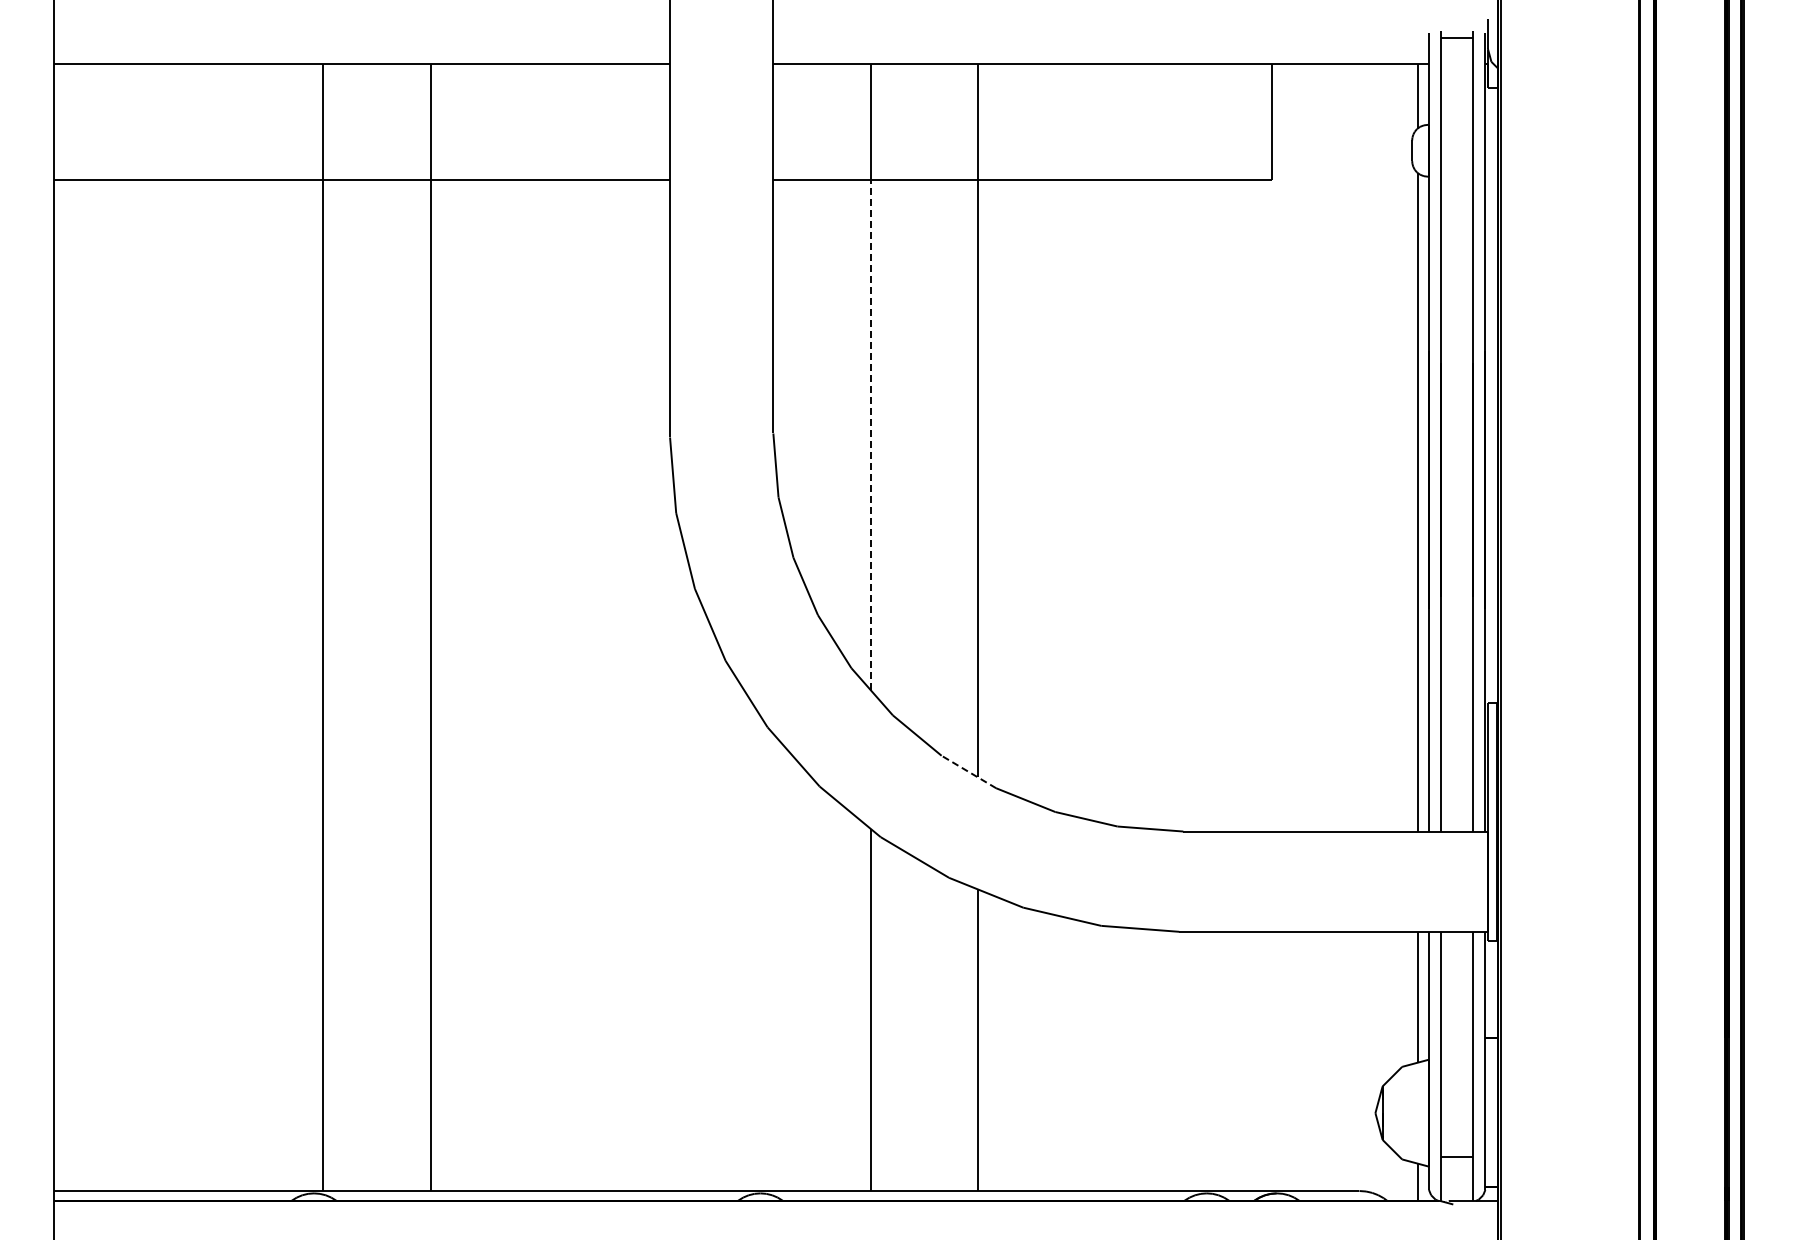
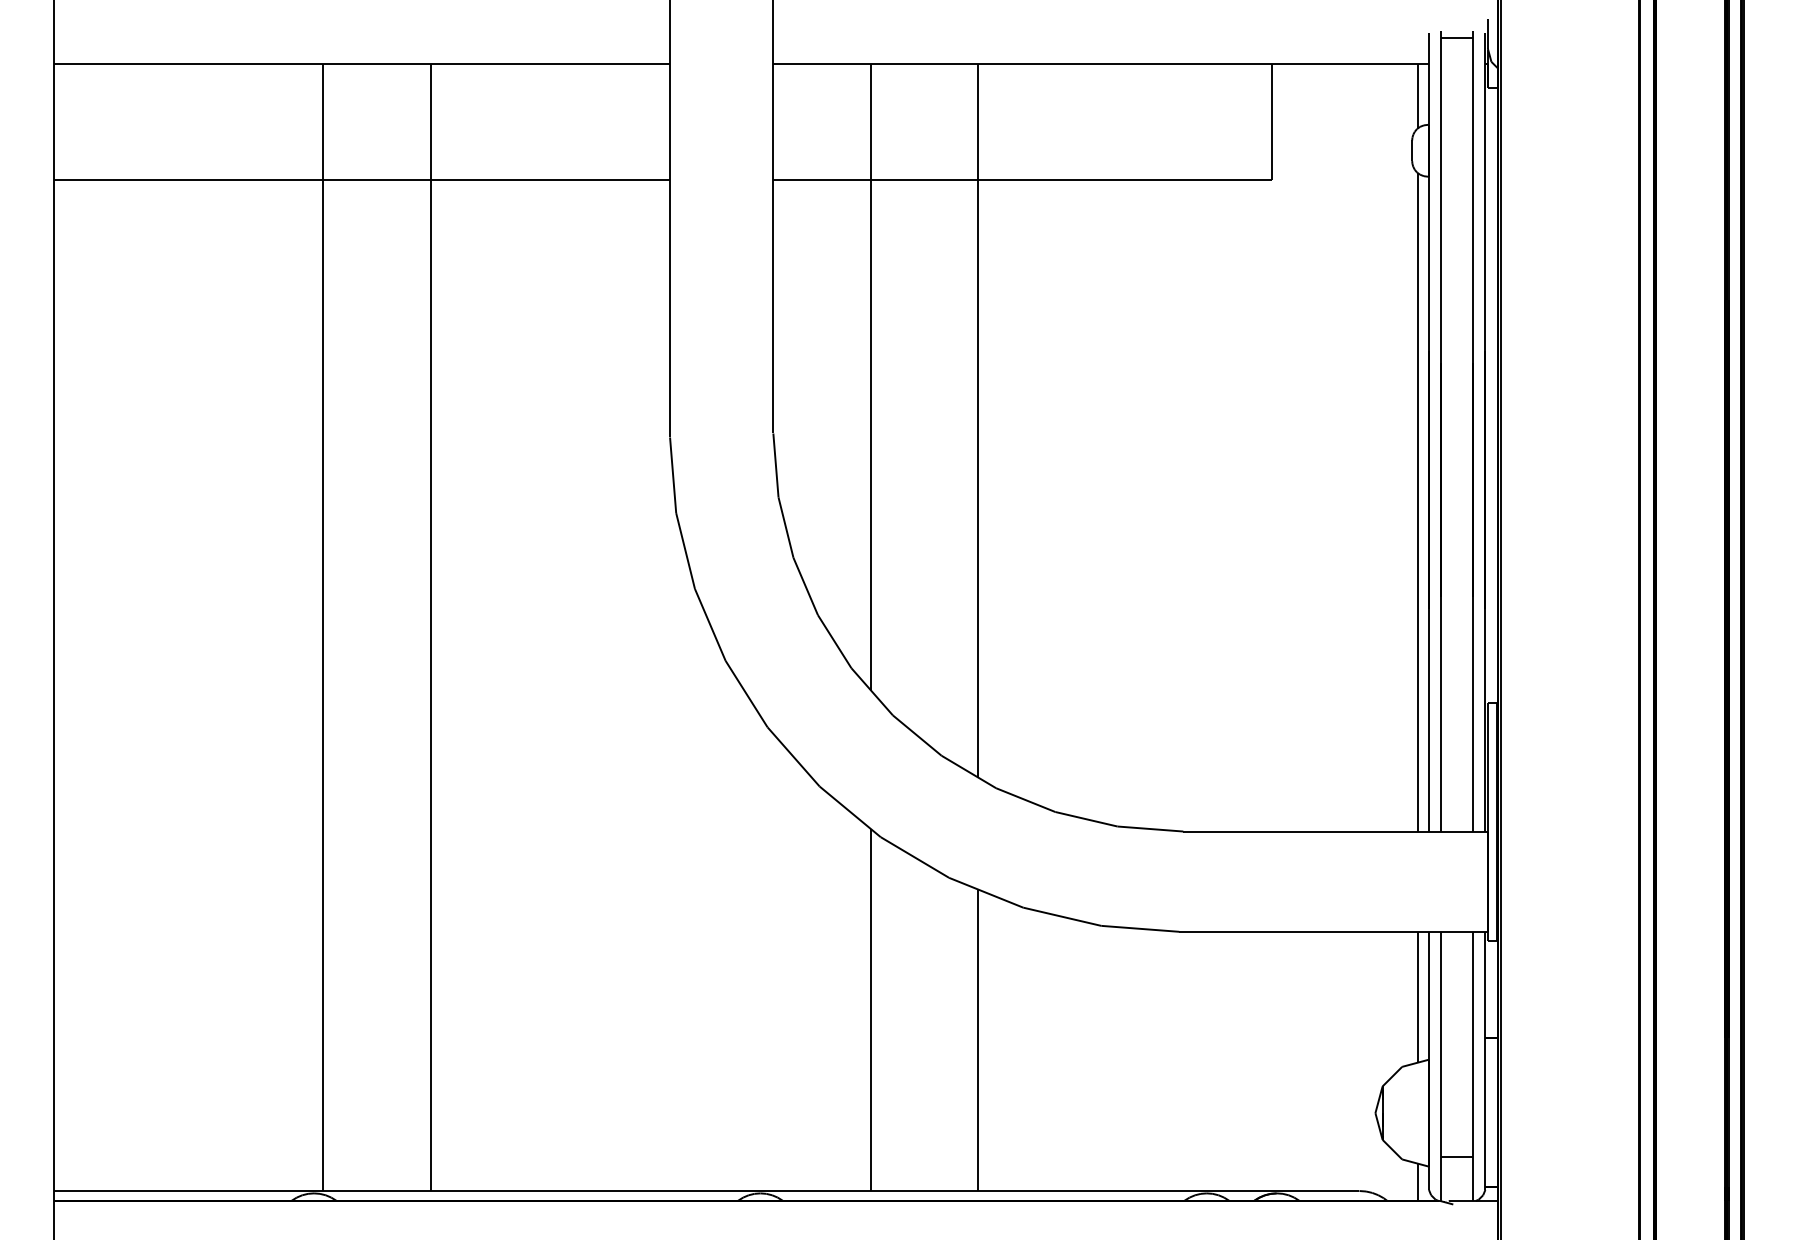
line at (870, 434): dashed -> solid
line at (968, 772): dashed -> solid
